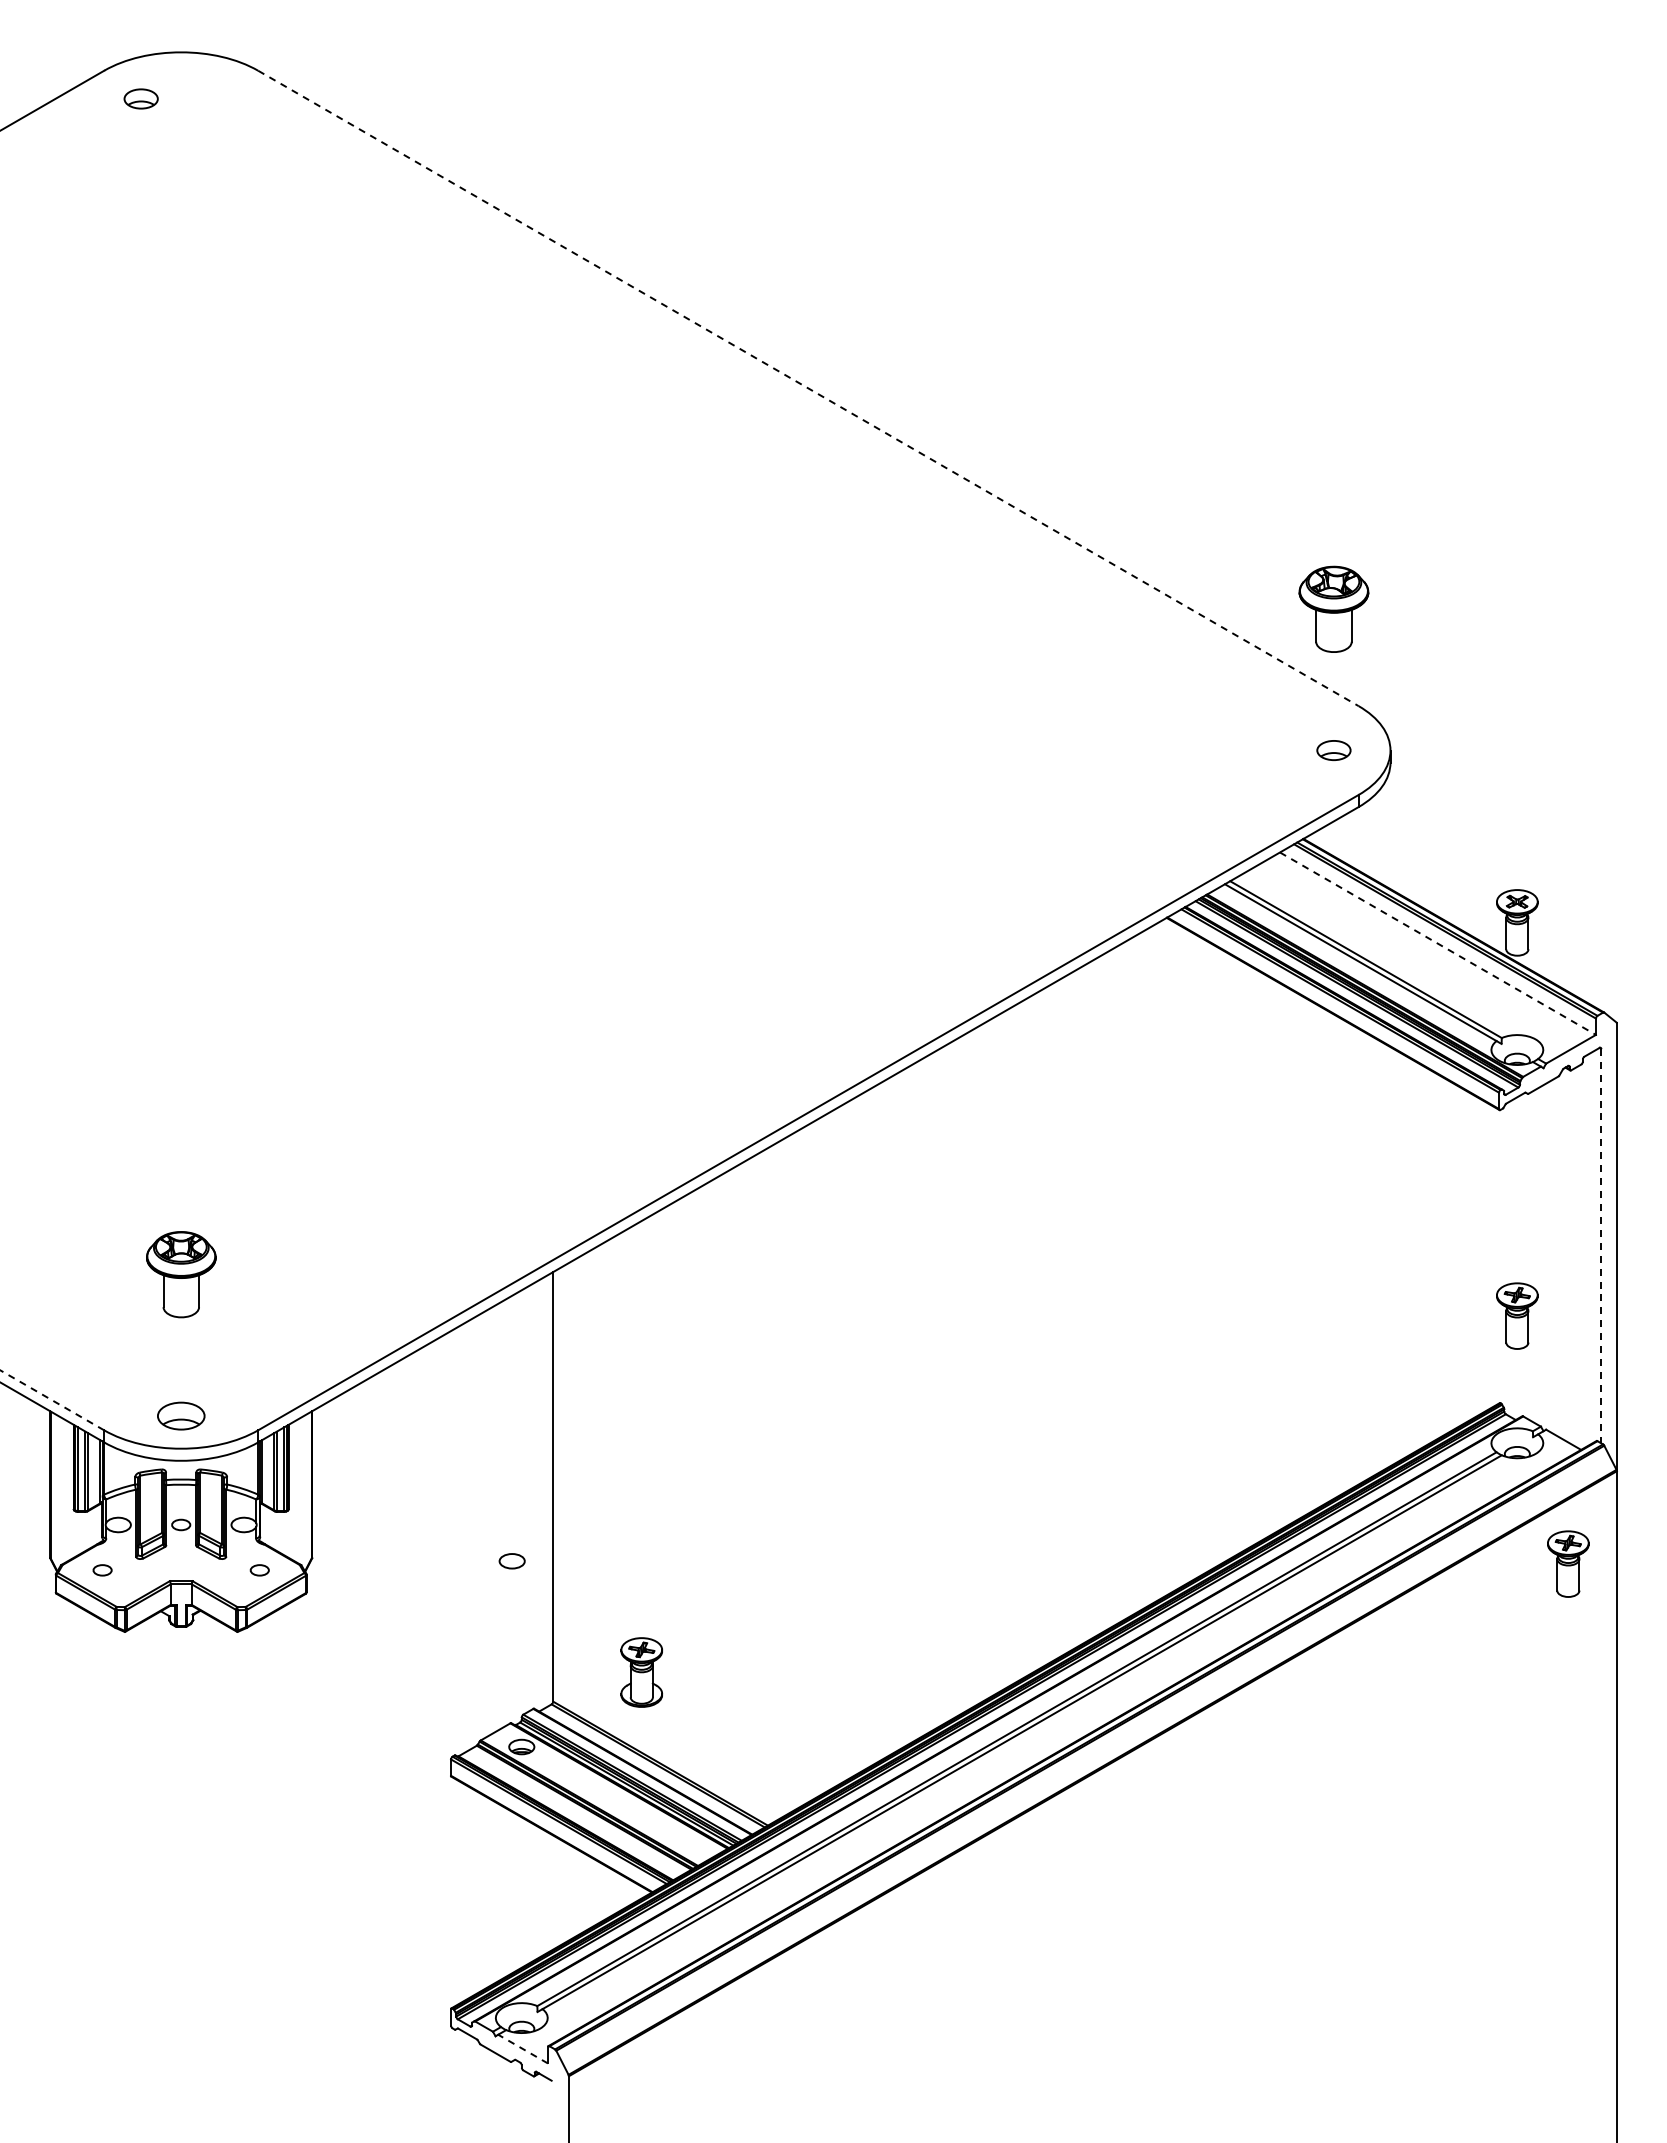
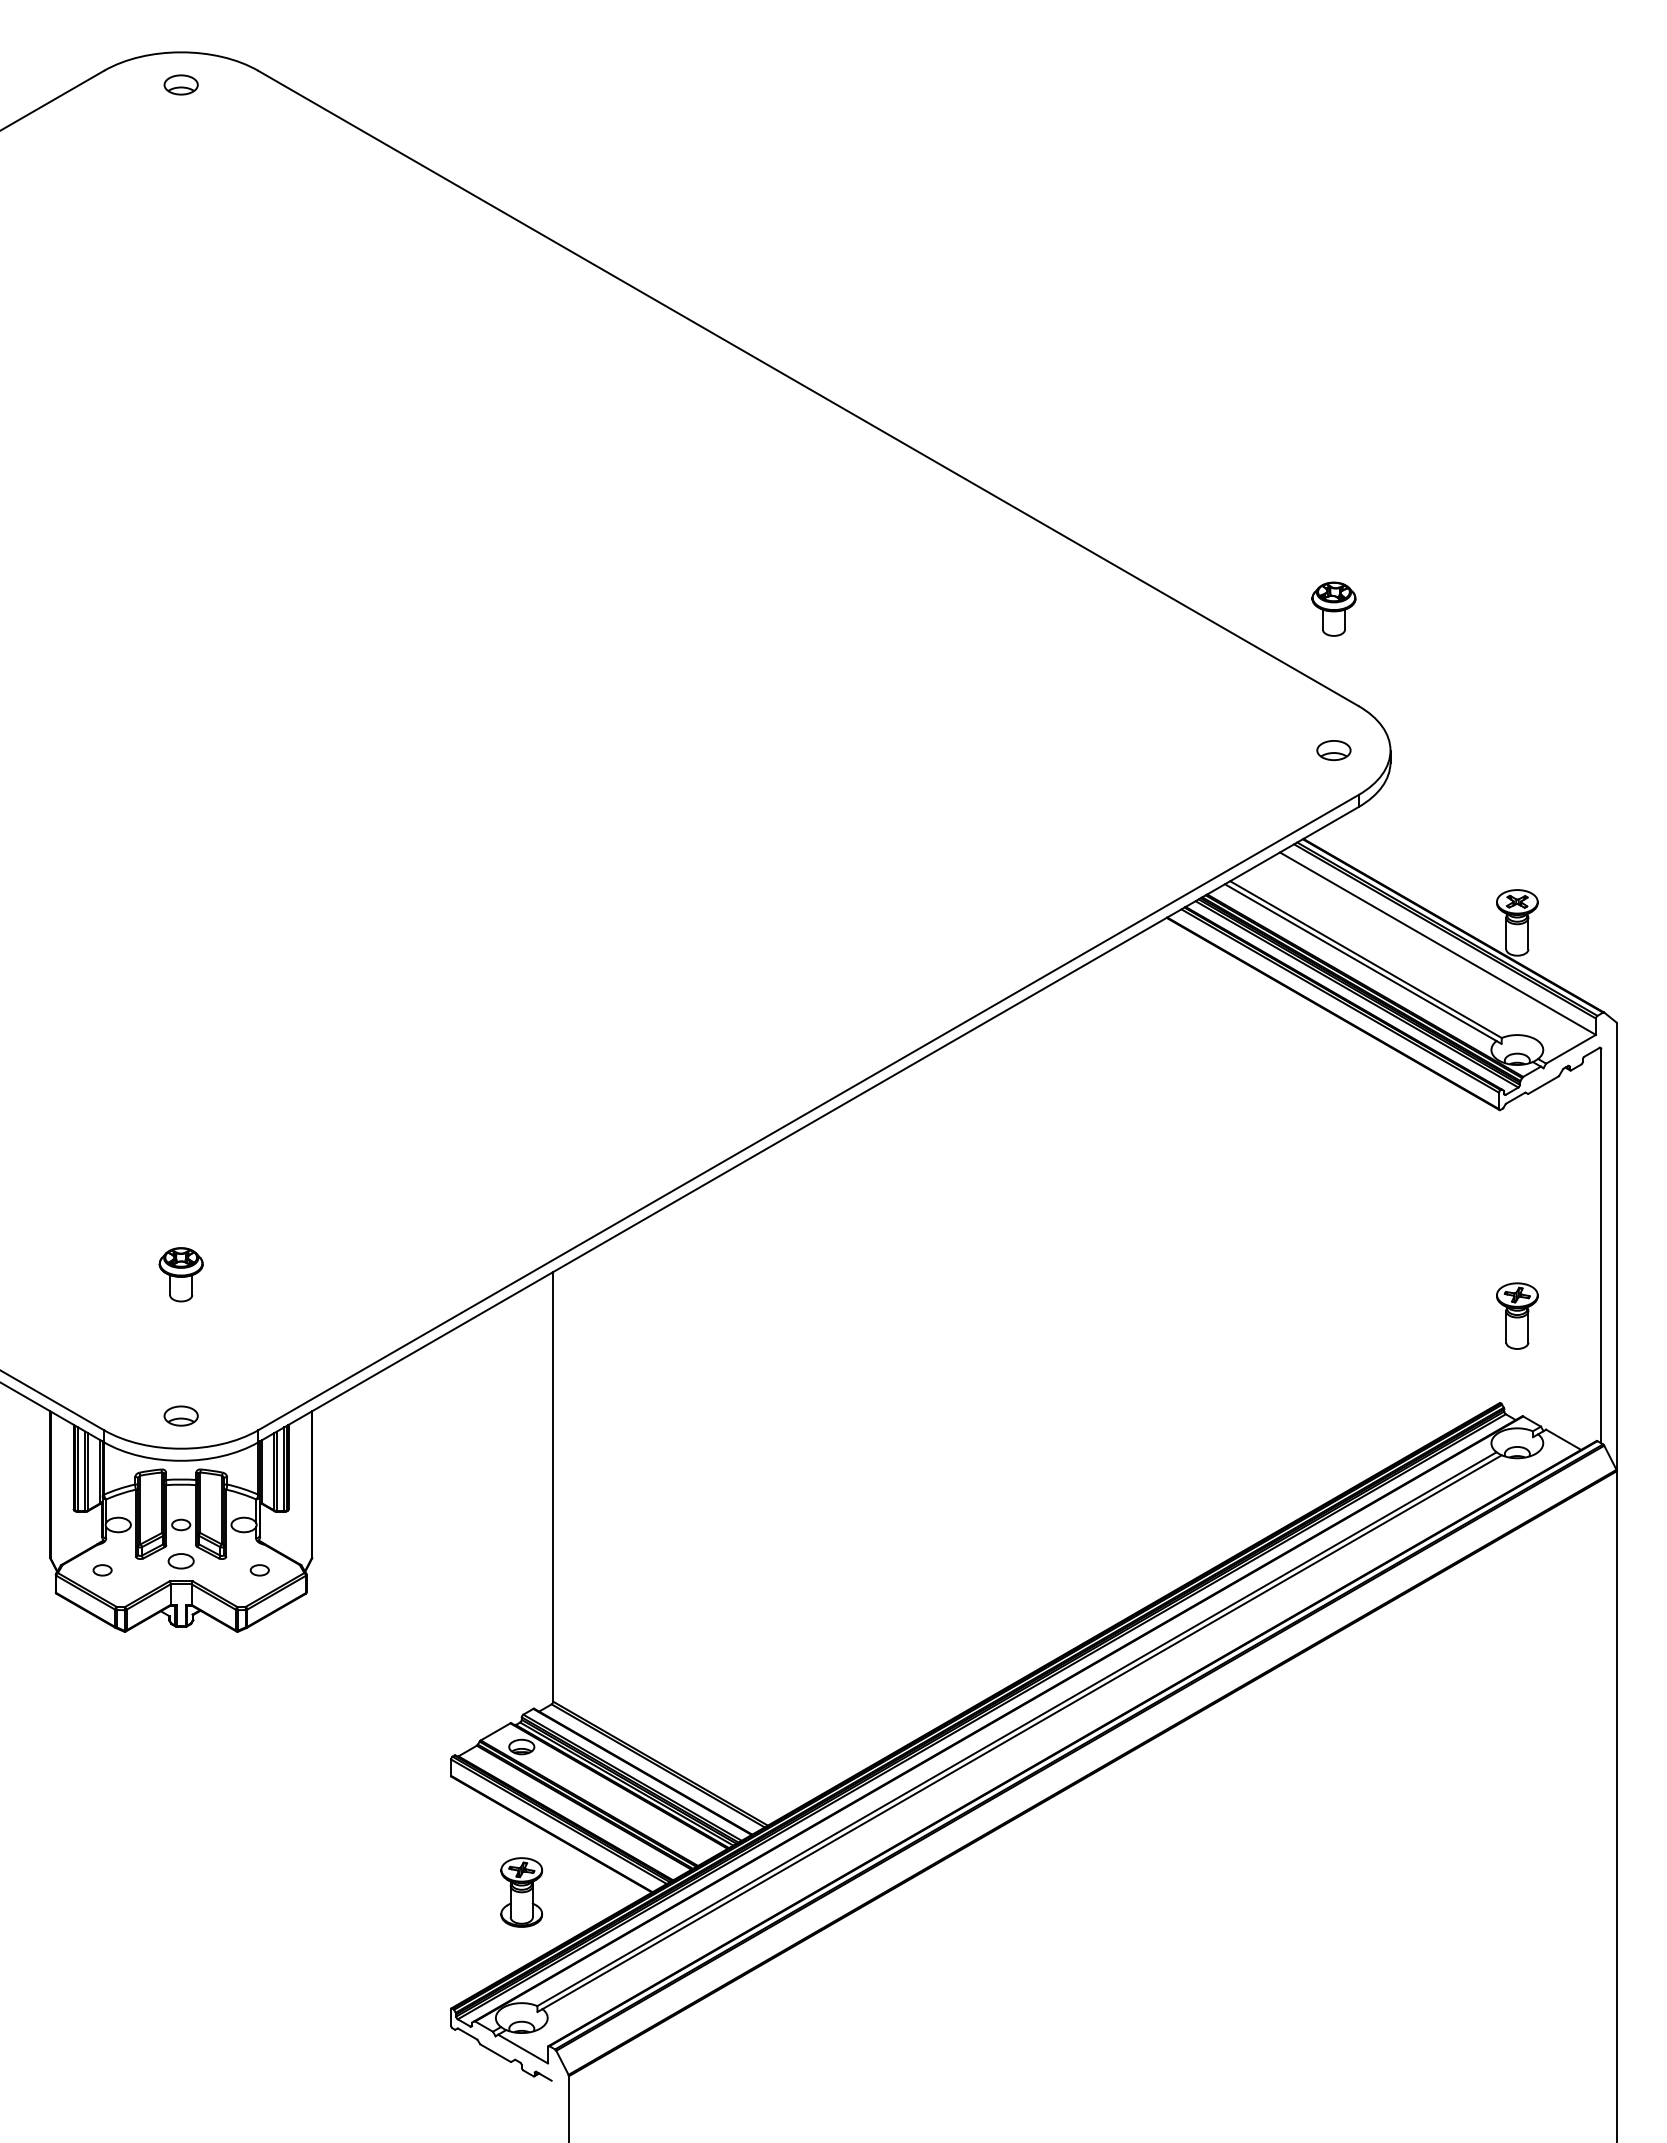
part at (140, 98) position: (140, 98) -> (180, 84)
line at (808, 388): dashed -> solid
part at (1333, 608) size: 72x88 px -> 46x56 px
line at (1438, 943): dashed -> solid
line at (1601, 1246): dashed -> solid
part at (181, 1274) size: 71x88 px -> 46x56 px
line at (52, 1400): dashed -> solid
part at (181, 1415) size: 49x30 px -> 36x22 px
part at (511, 1561) position: (511, 1561) -> (180, 1561)
part at (1568, 1563): present -> none
part at (641, 1672) position: (641, 1672) -> (521, 1892)
line at (523, 2049): dashed -> solid
